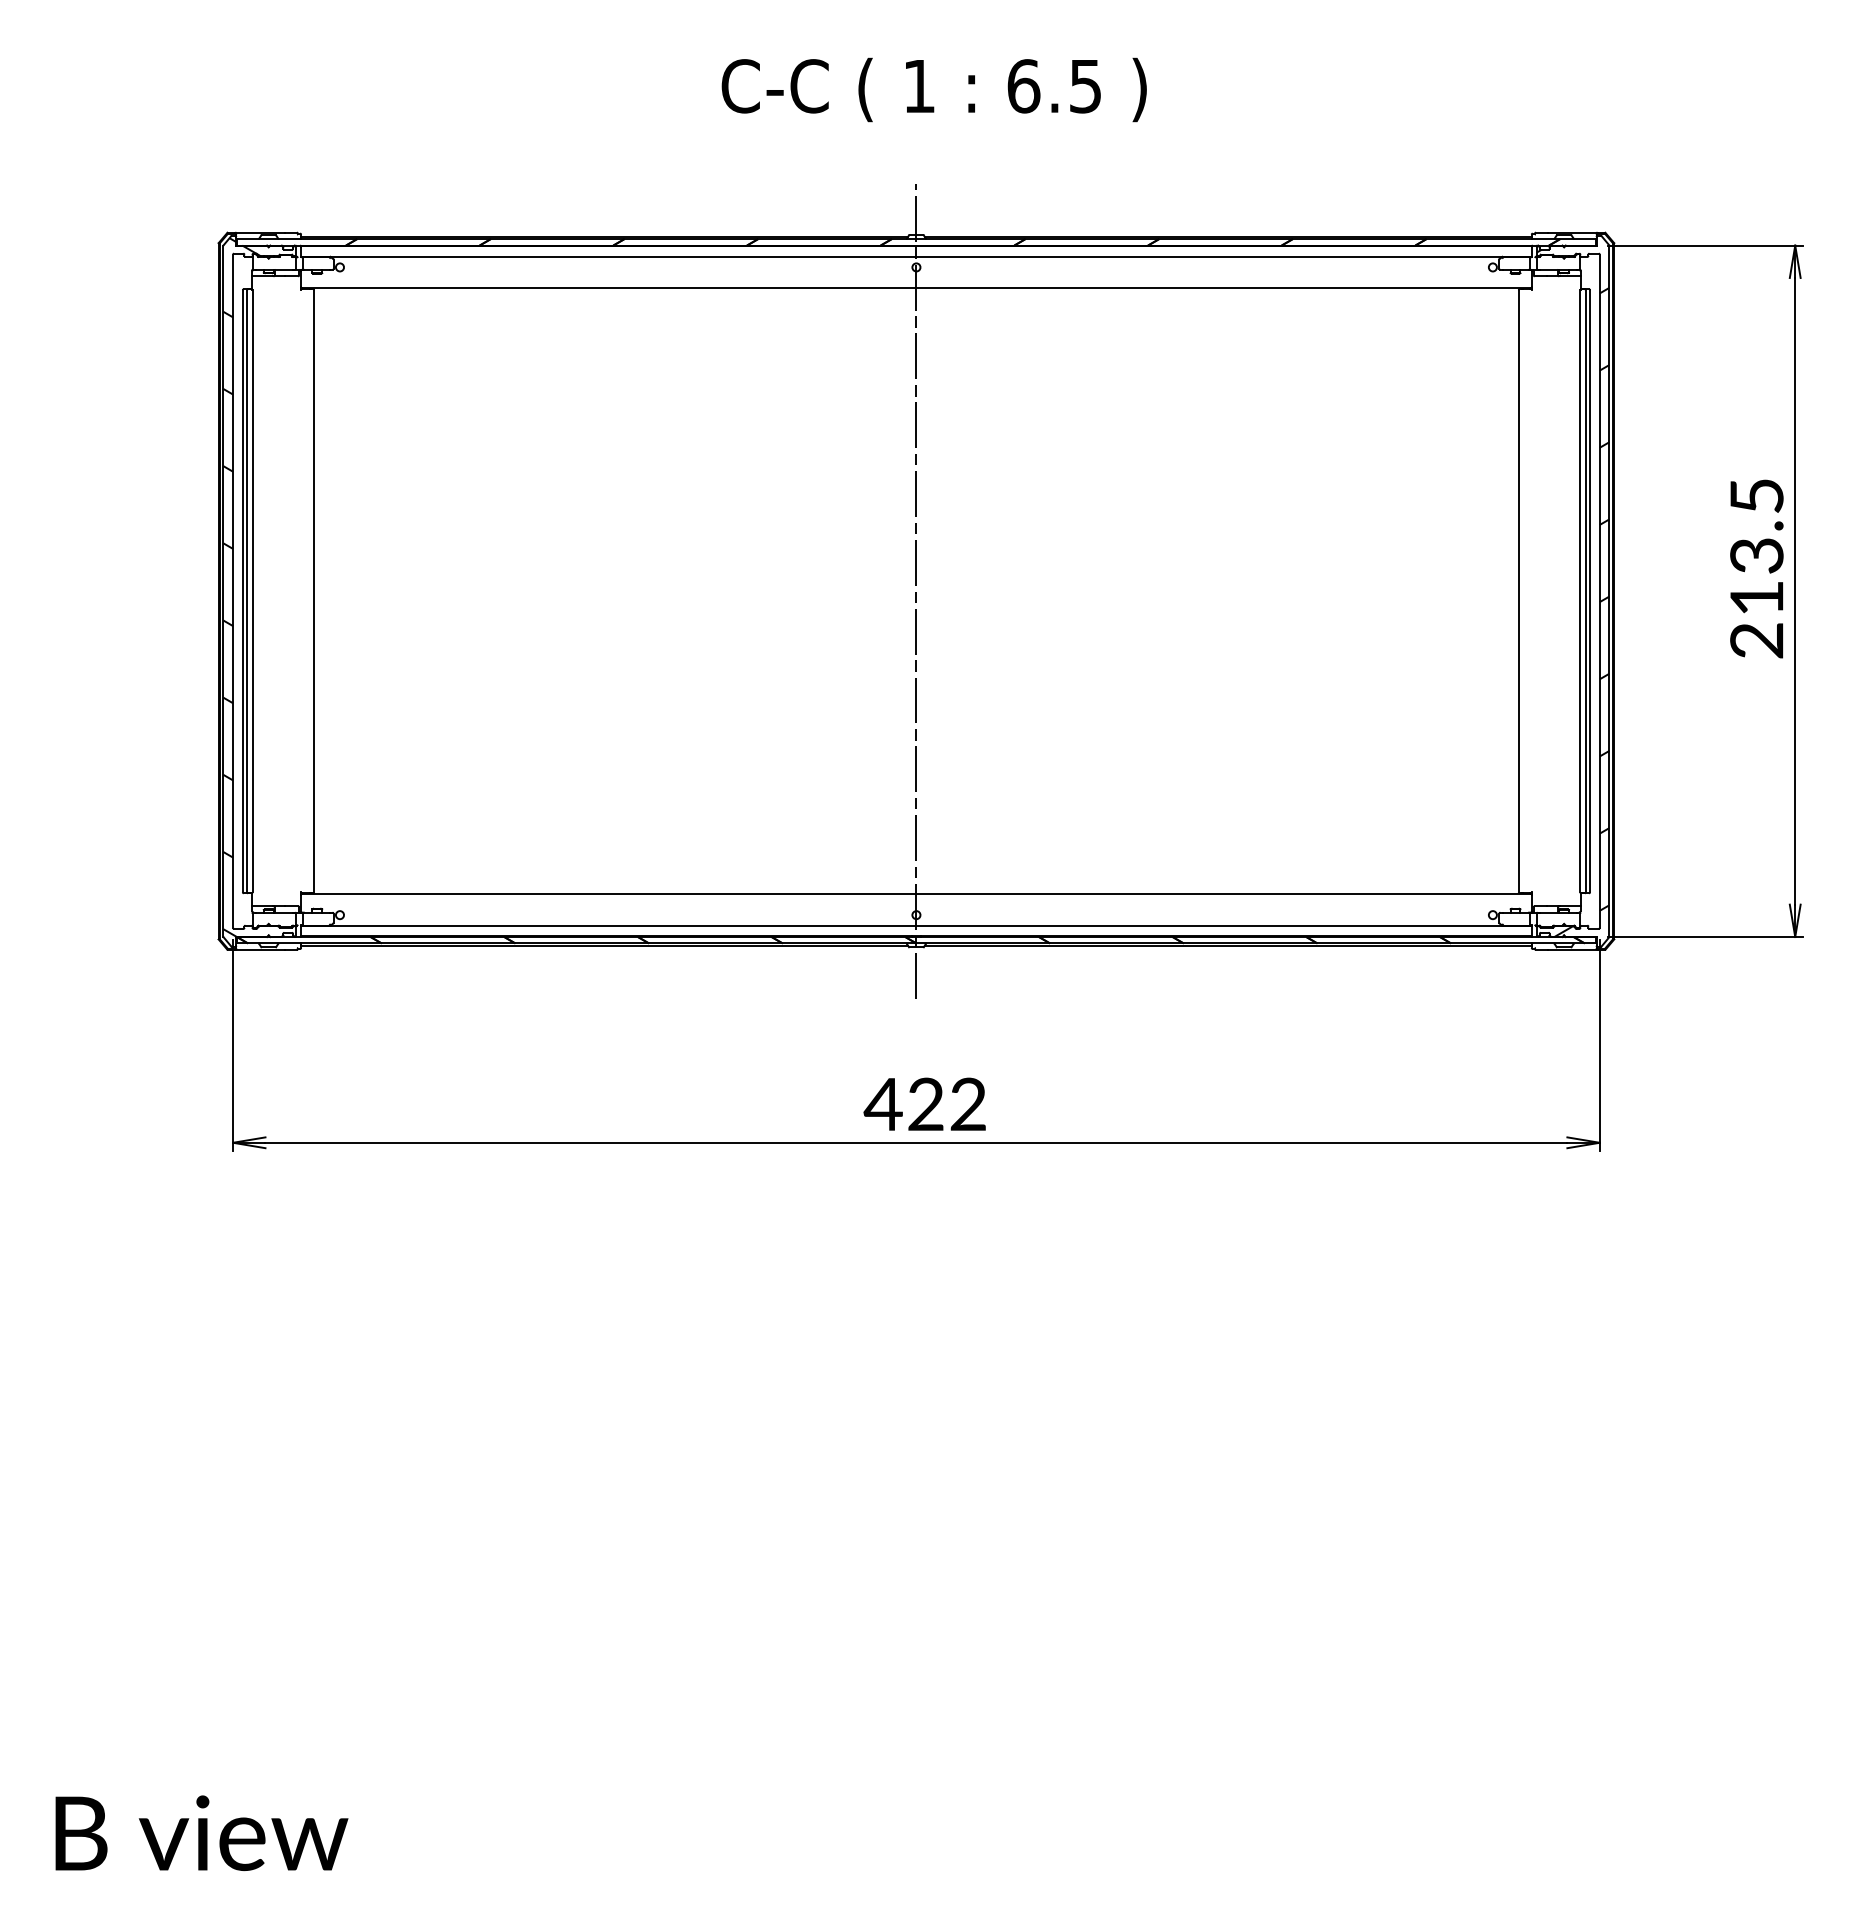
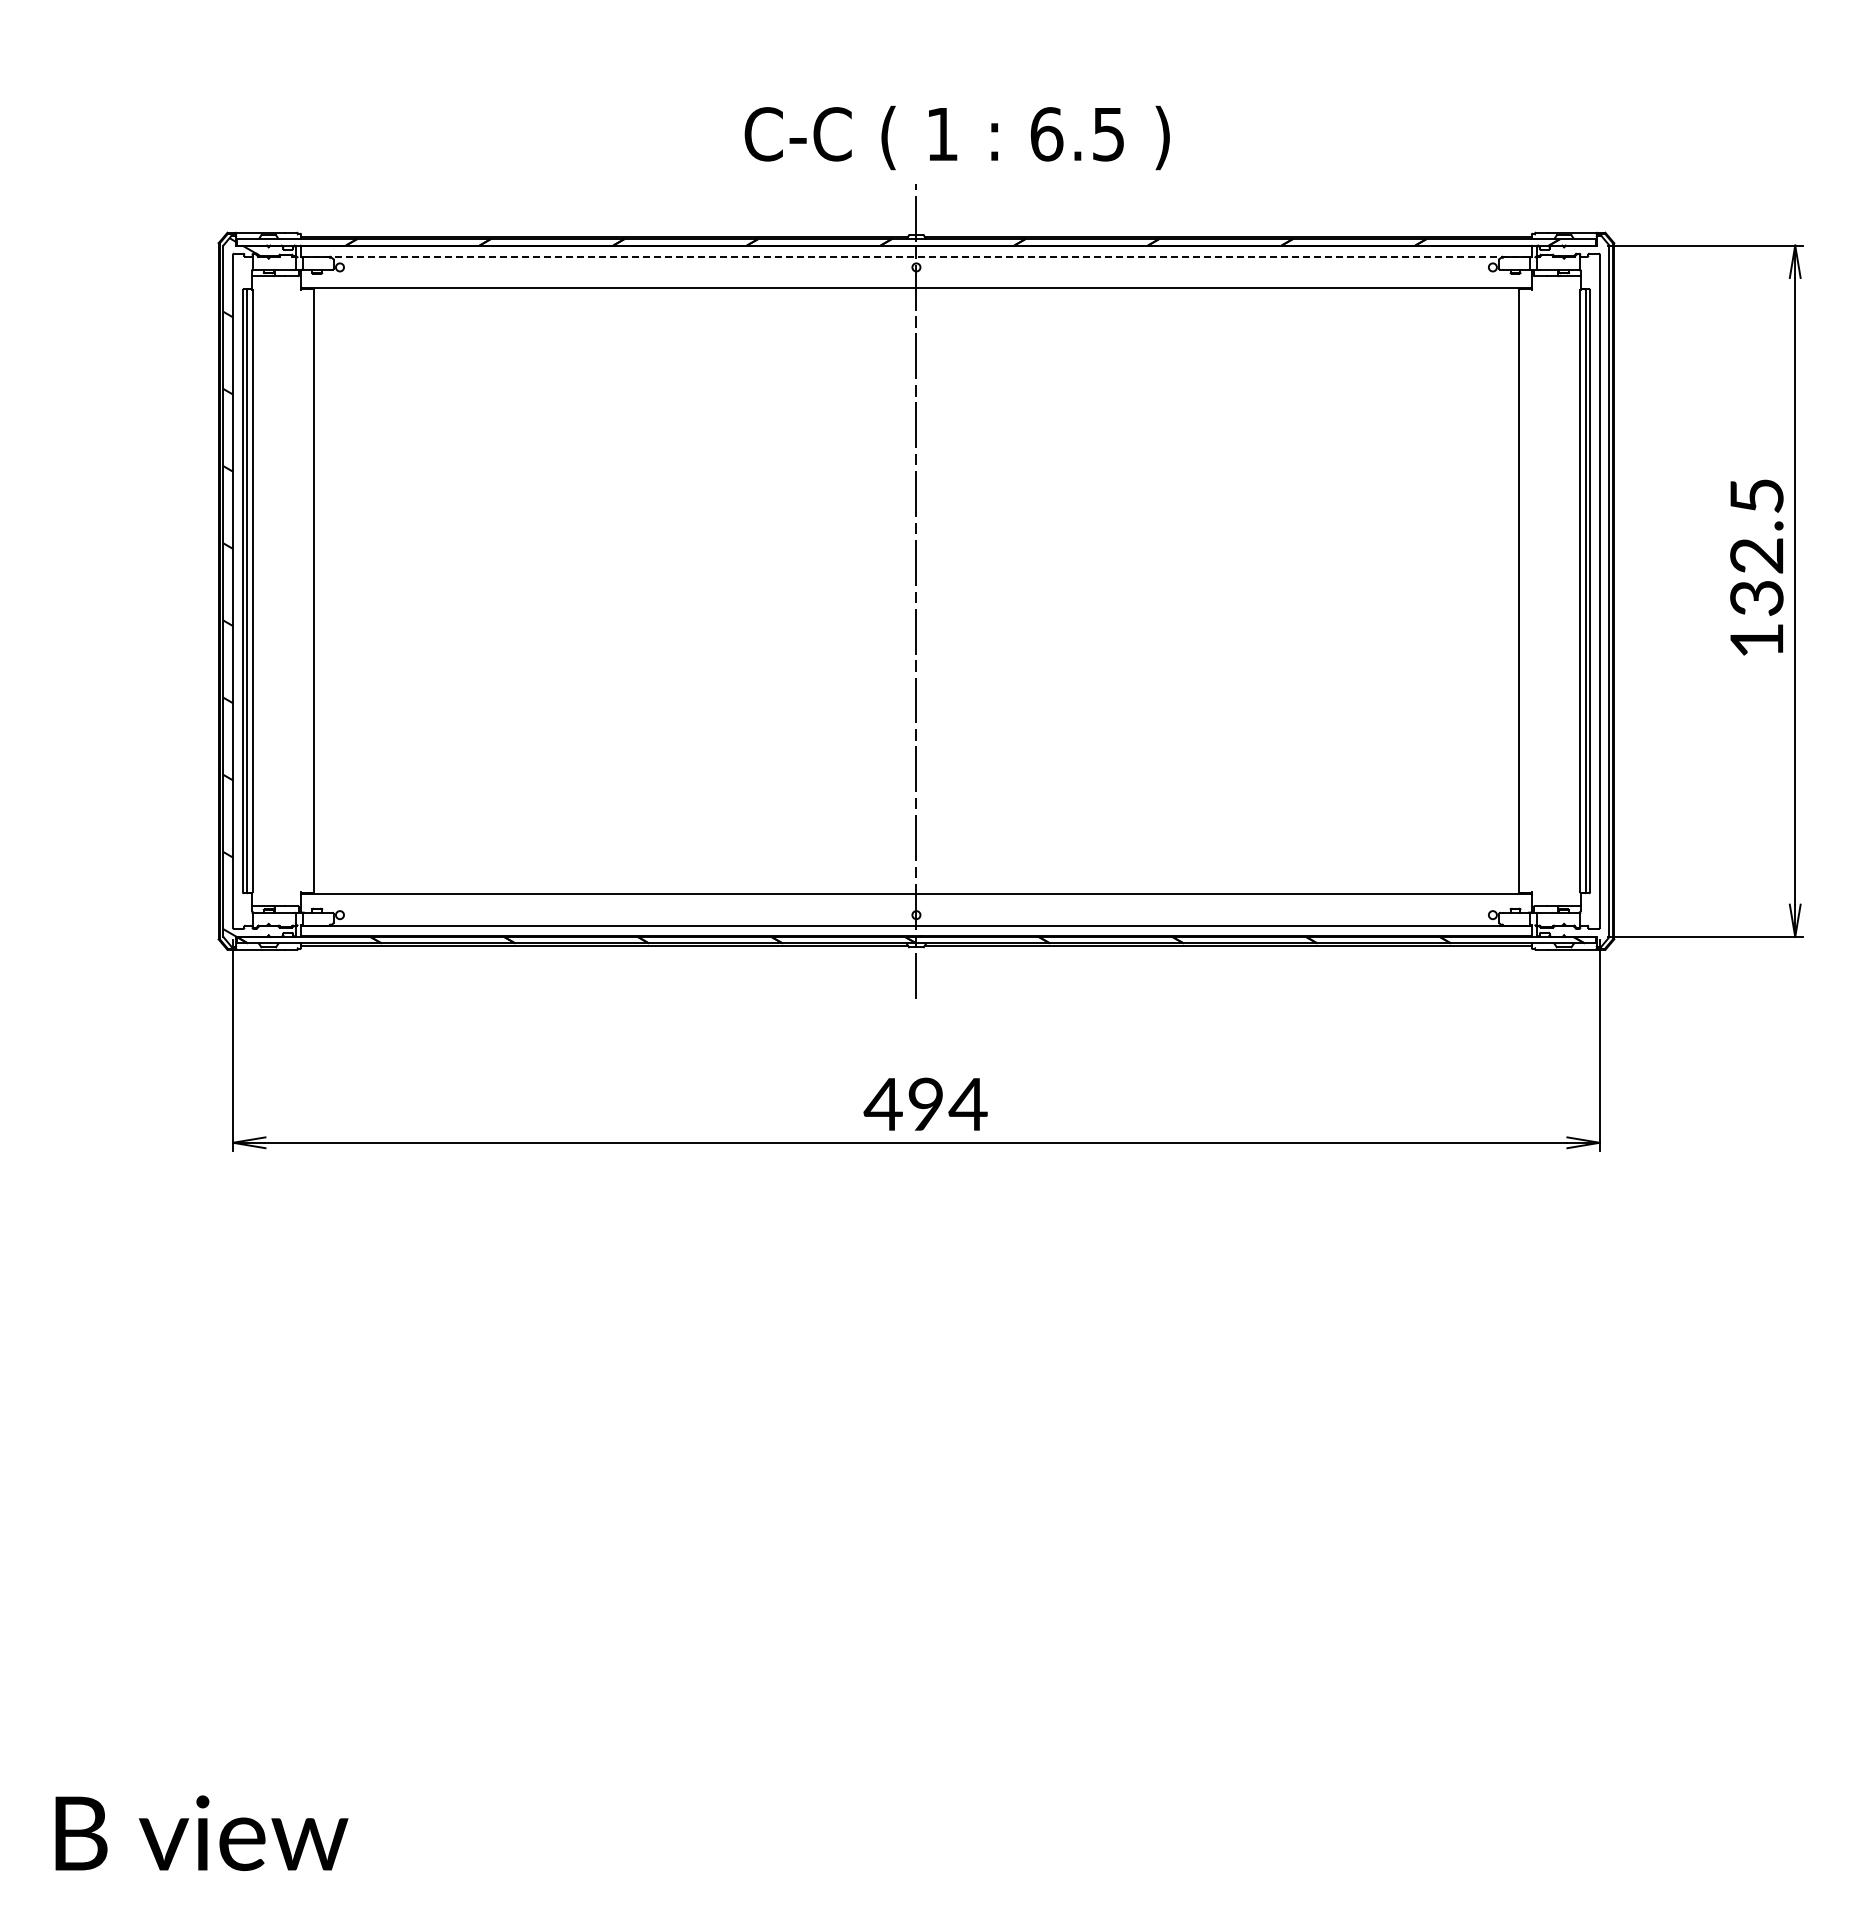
text at (933, 89) position: (933, 89) -> (956, 137)
line at (916, 256): solid -> dashed
hatch at (1572, 593): present -> none
text at (1756, 598): 213.5 -> 132.5
text at (947, 1103): 422 -> 494
